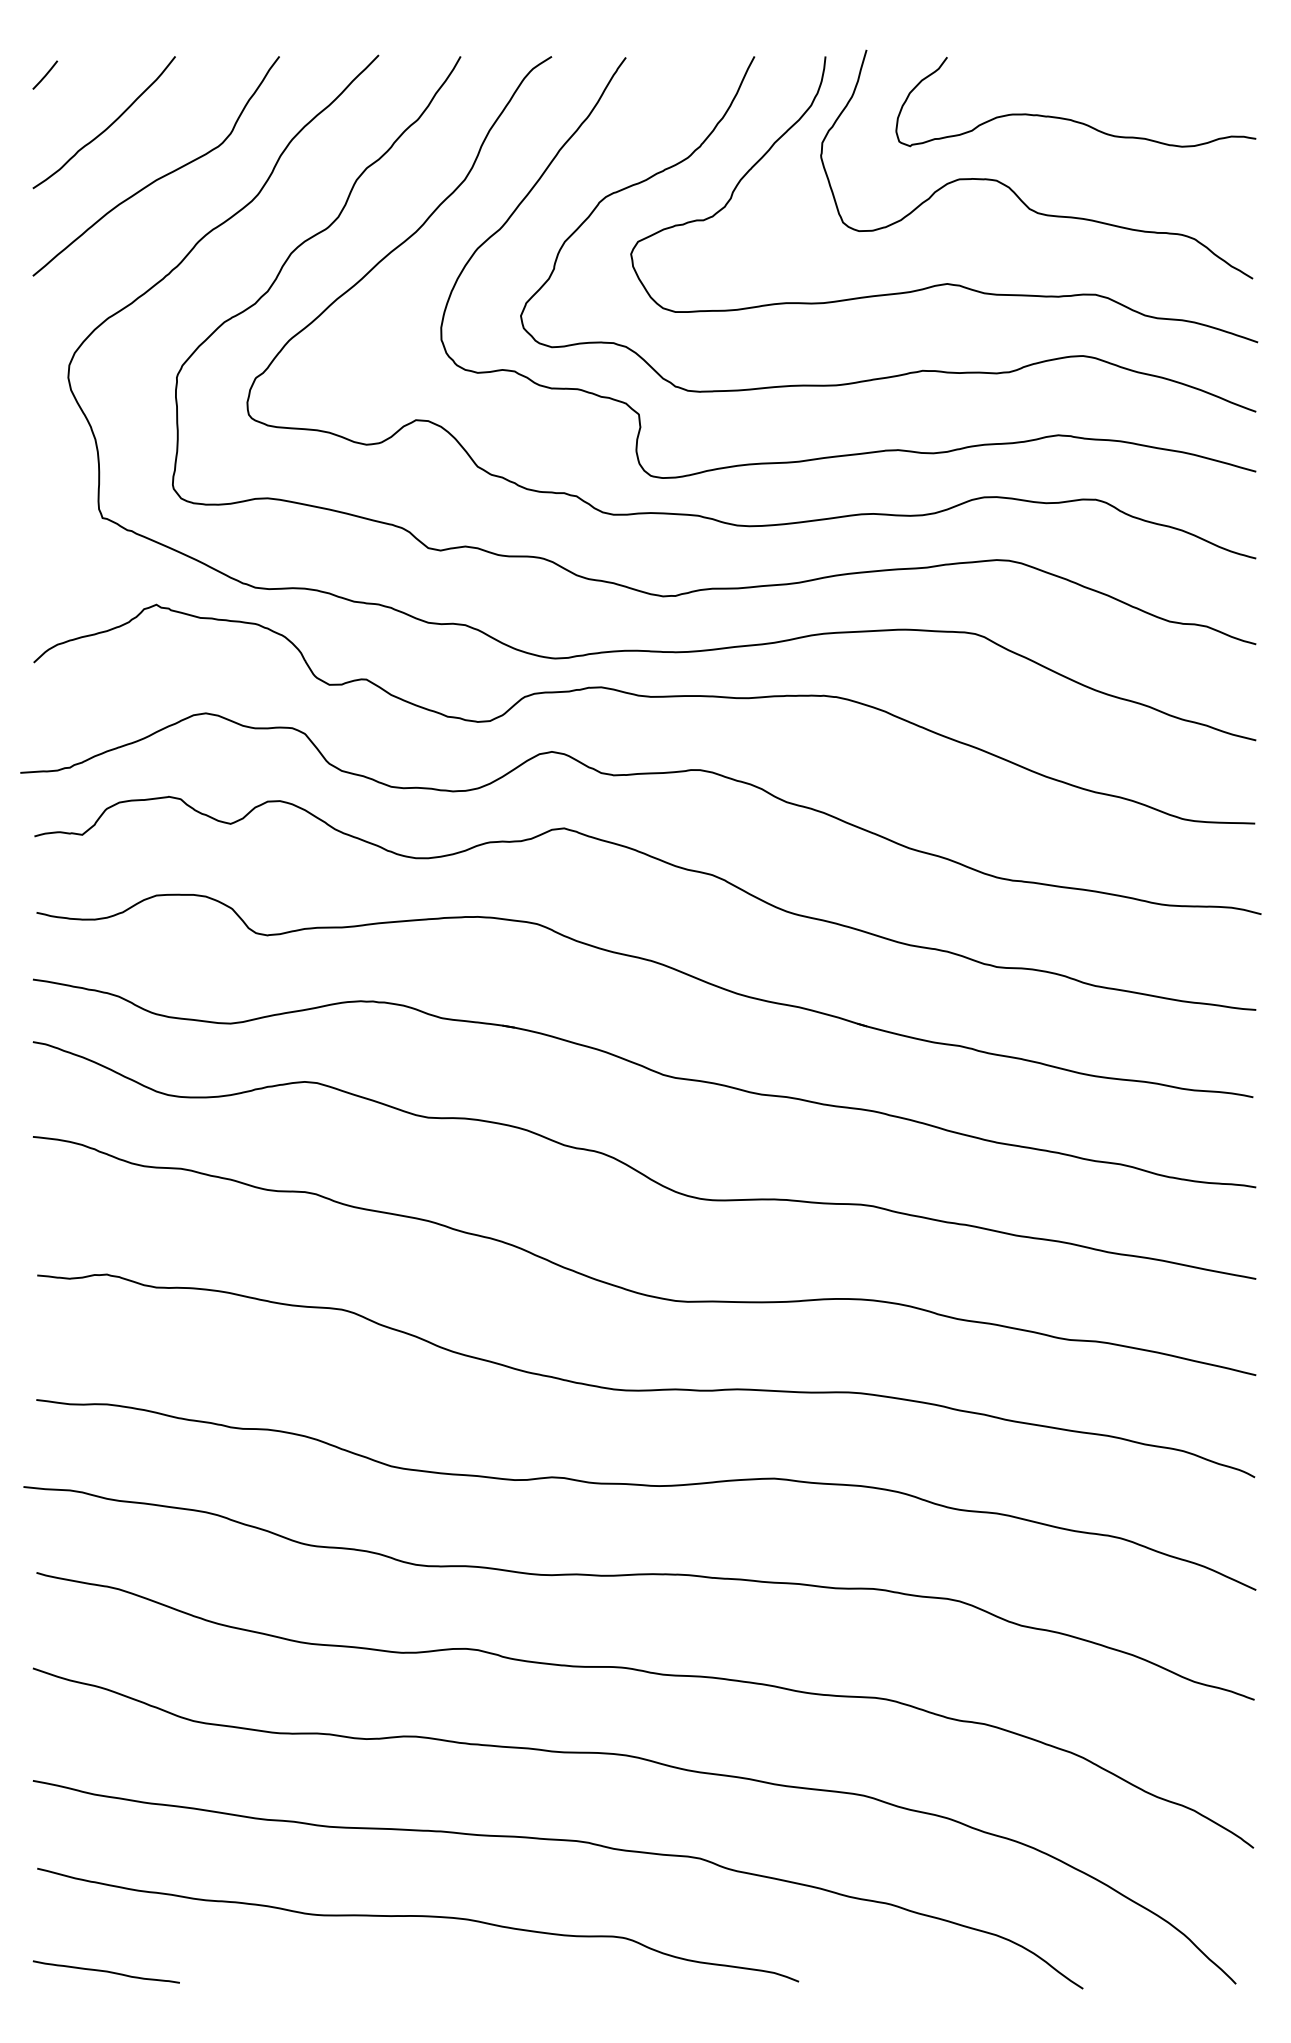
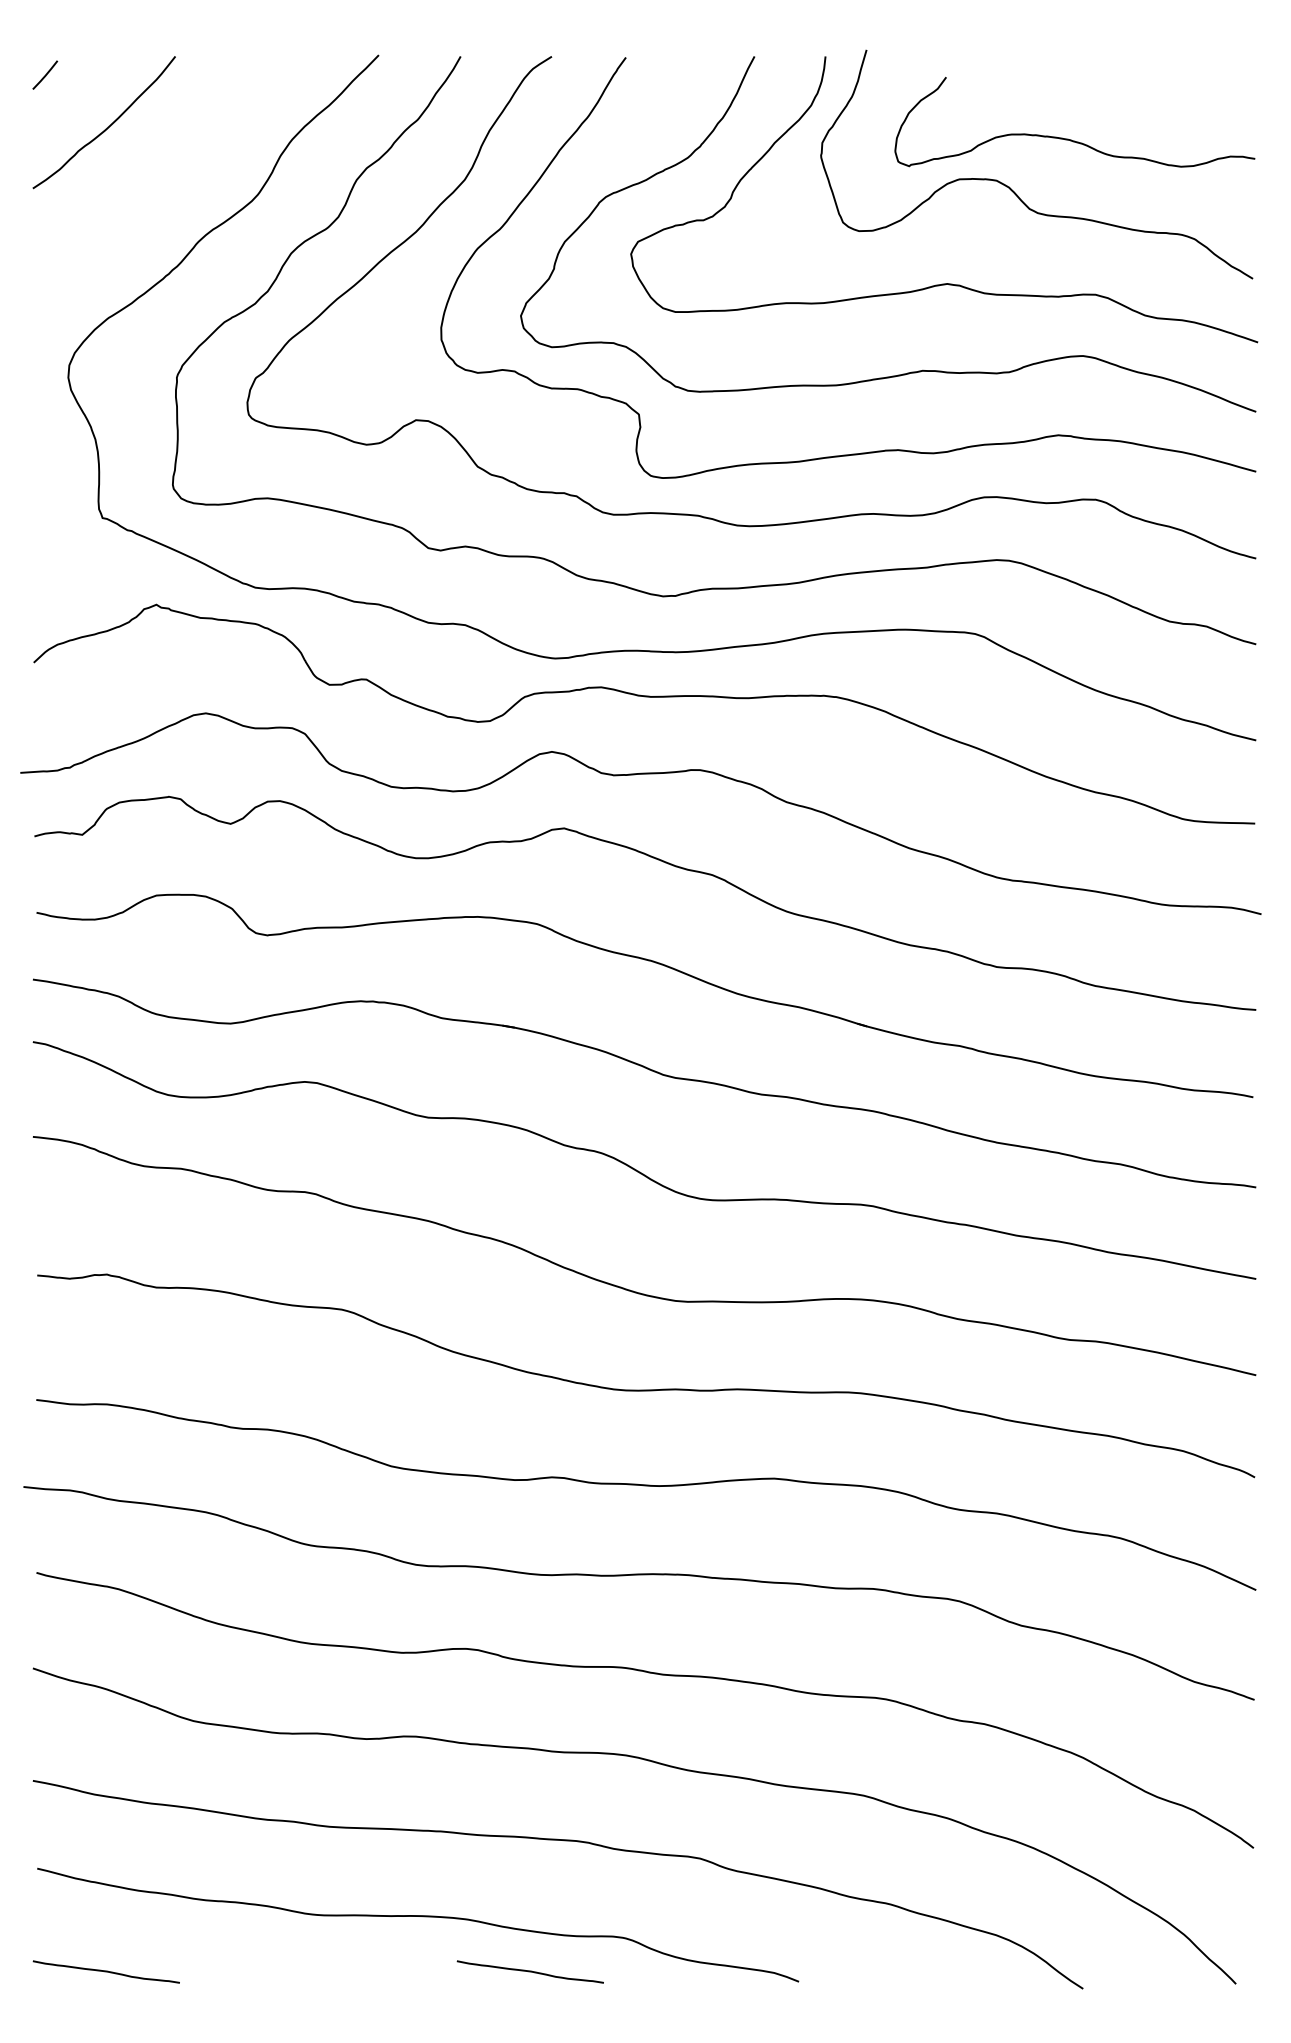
curve at (1069, 118) position: (1069, 118) -> (1068, 138)
curve at (161, 176): present -> none
curve at (529, 1971): none -> present
